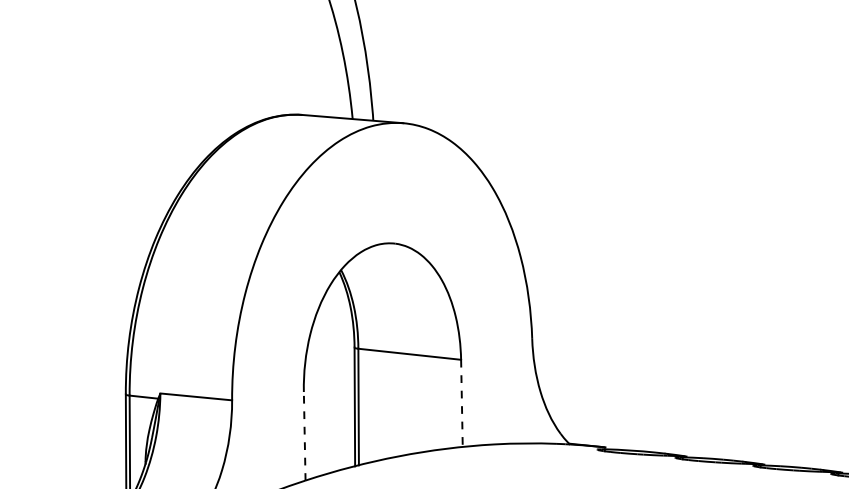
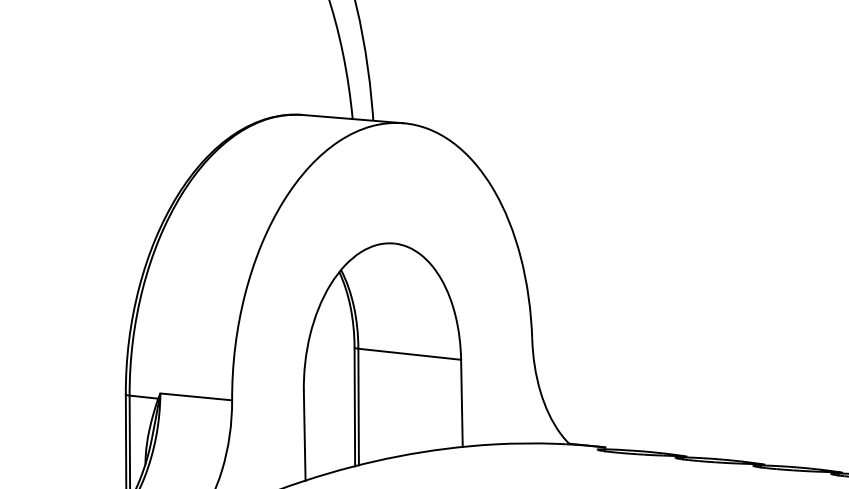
line at (461, 403): dashed -> solid
line at (304, 435): dashed -> solid
